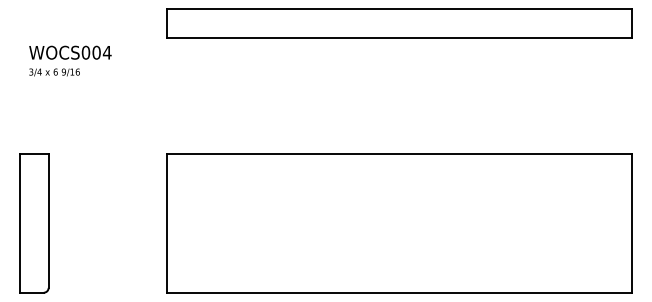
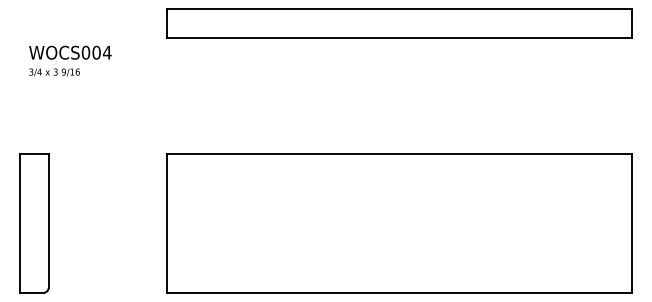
text at (55, 71): 6 -> 3
